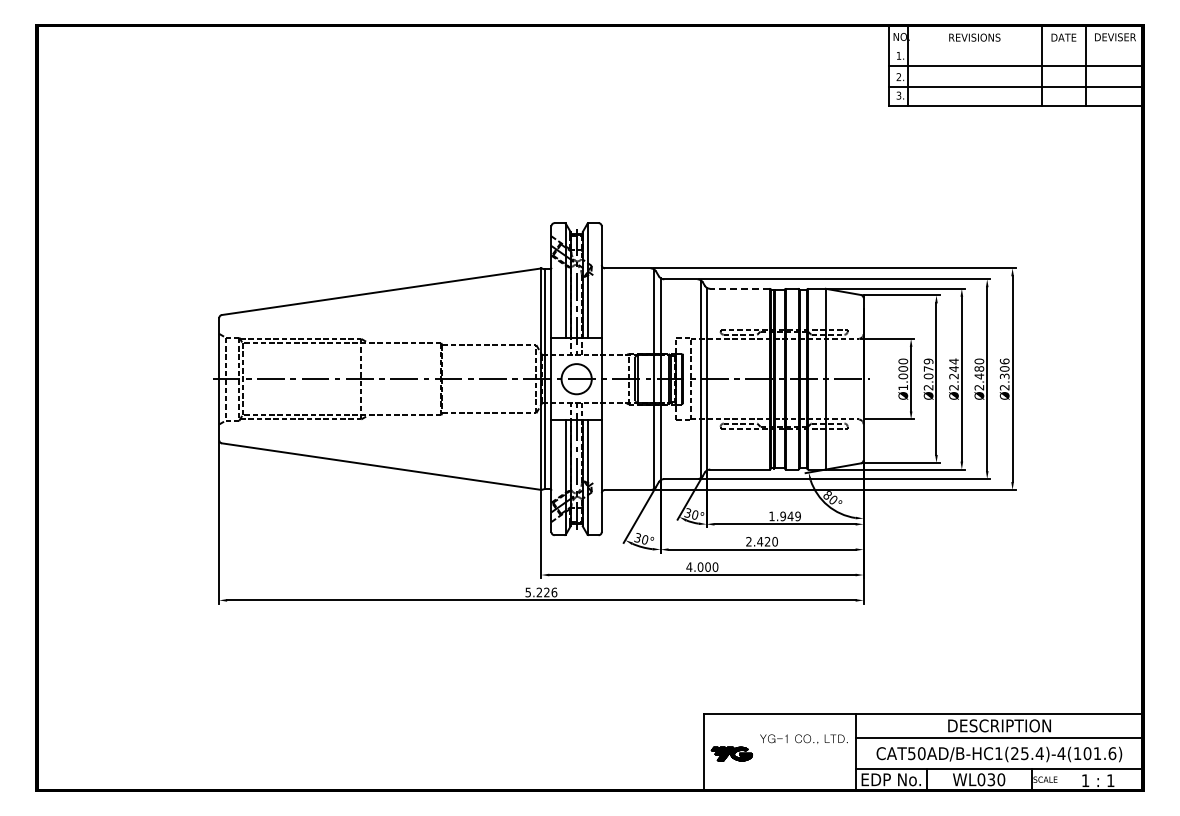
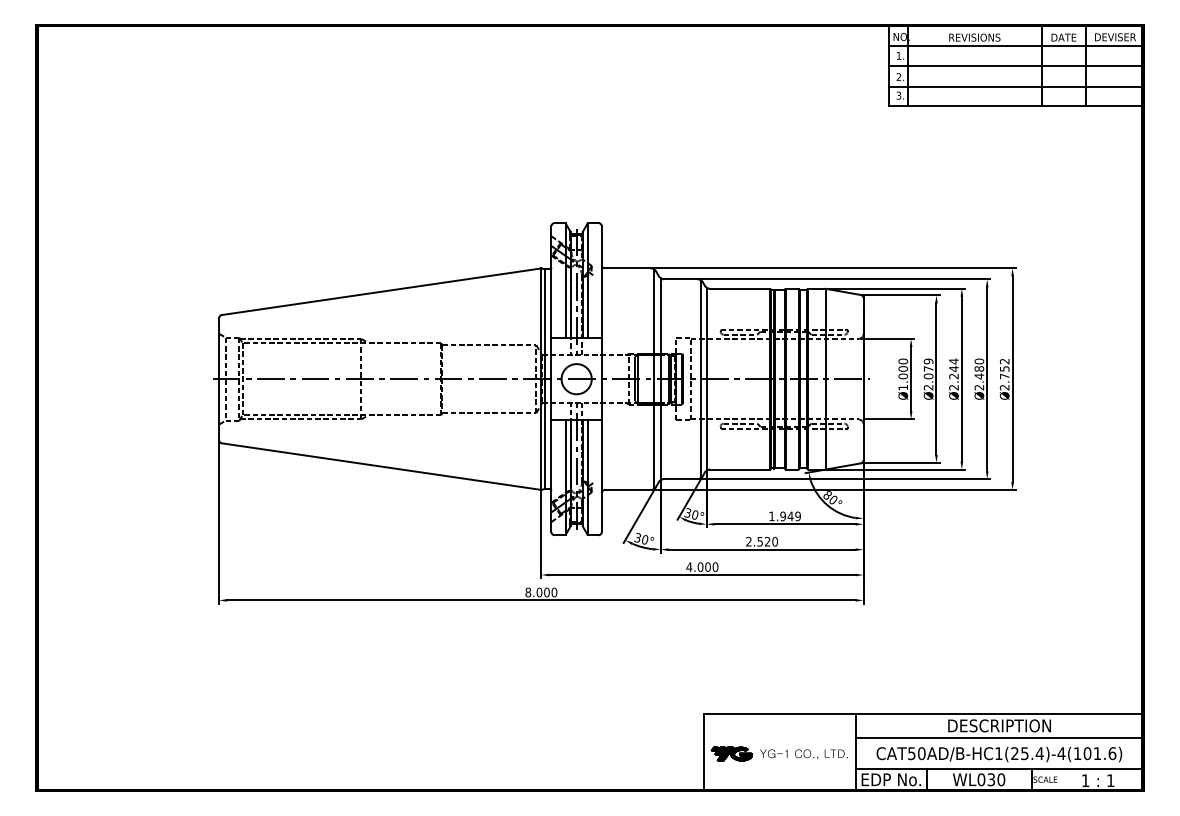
line at (1016, 46): none -> present
line at (739, 288): dashed -> solid
text at (1004, 368): Ø2.306 -> Ø2.752
text at (760, 541): 2.420 -> 2.520
text at (541, 592): 5.226 -> 8.000
text at (803, 738) position: (803, 738) -> (803, 753)
